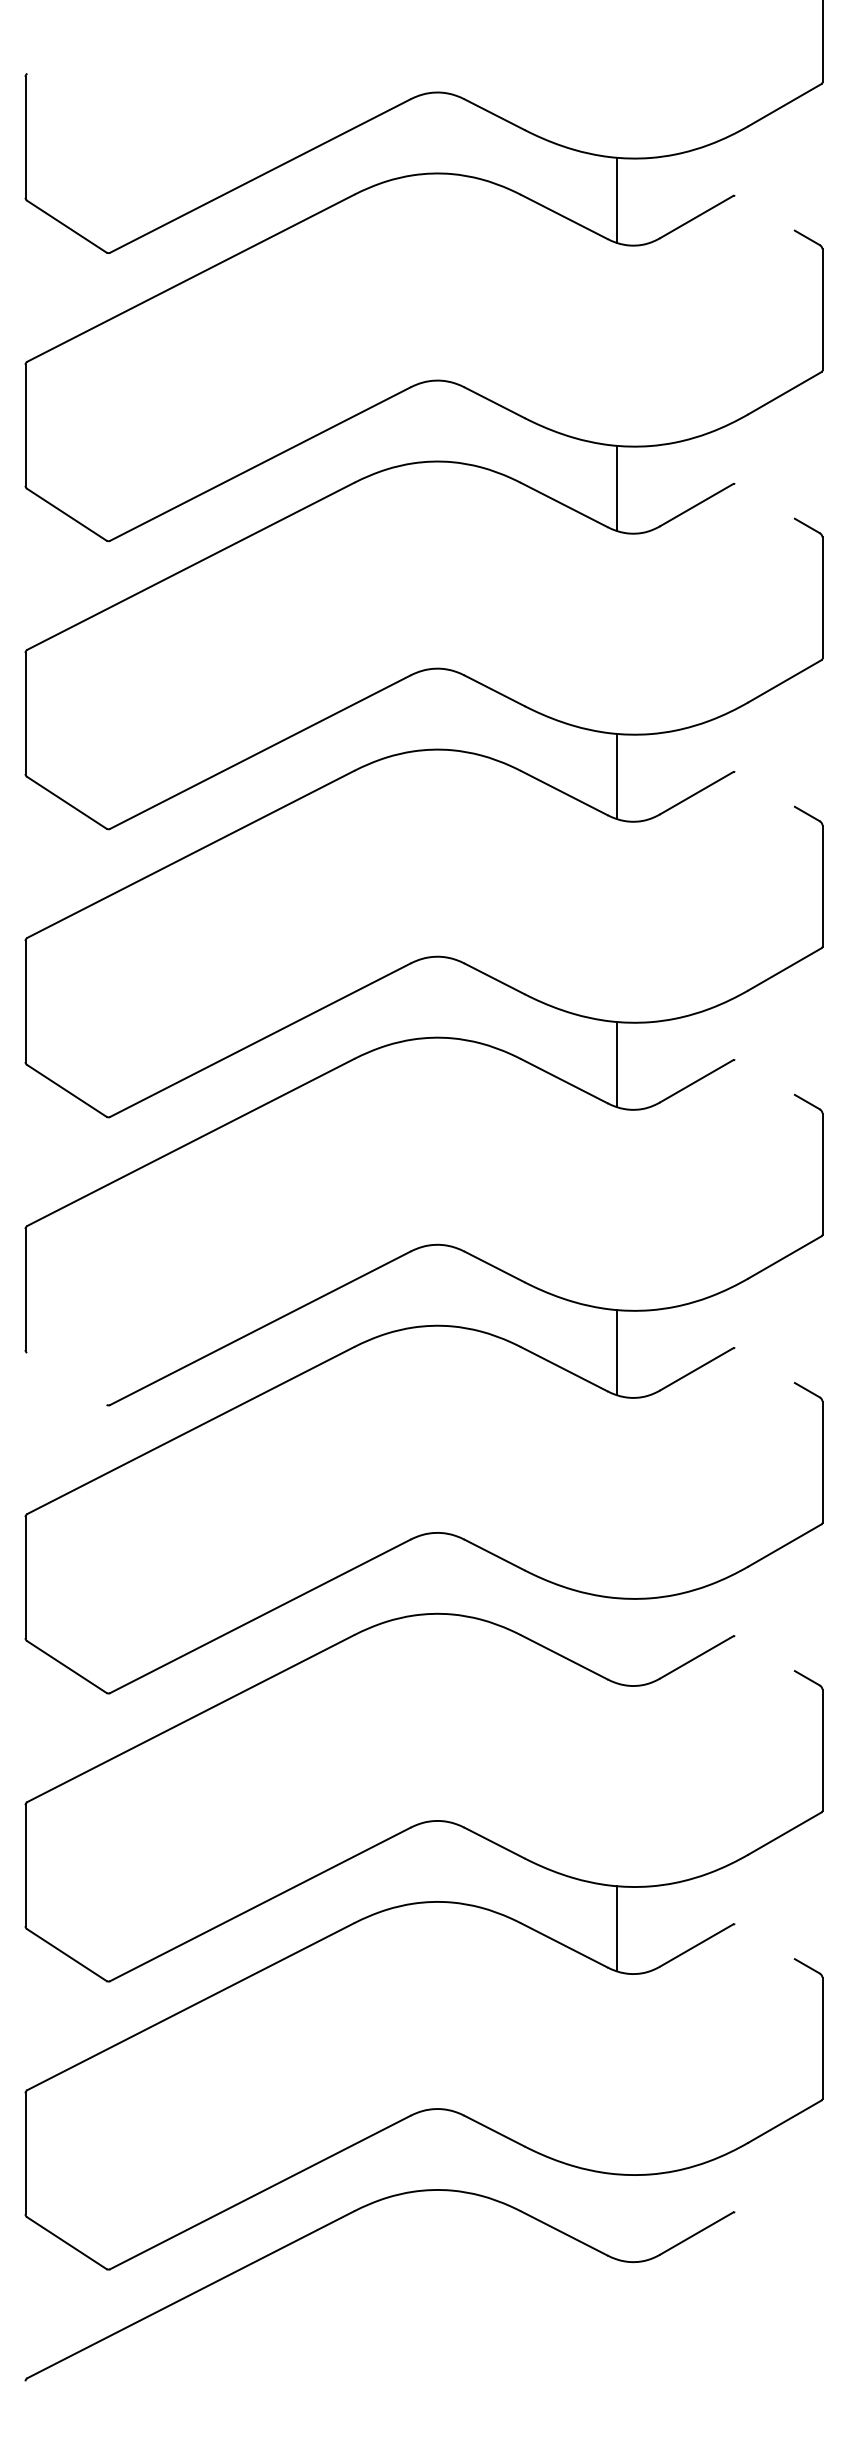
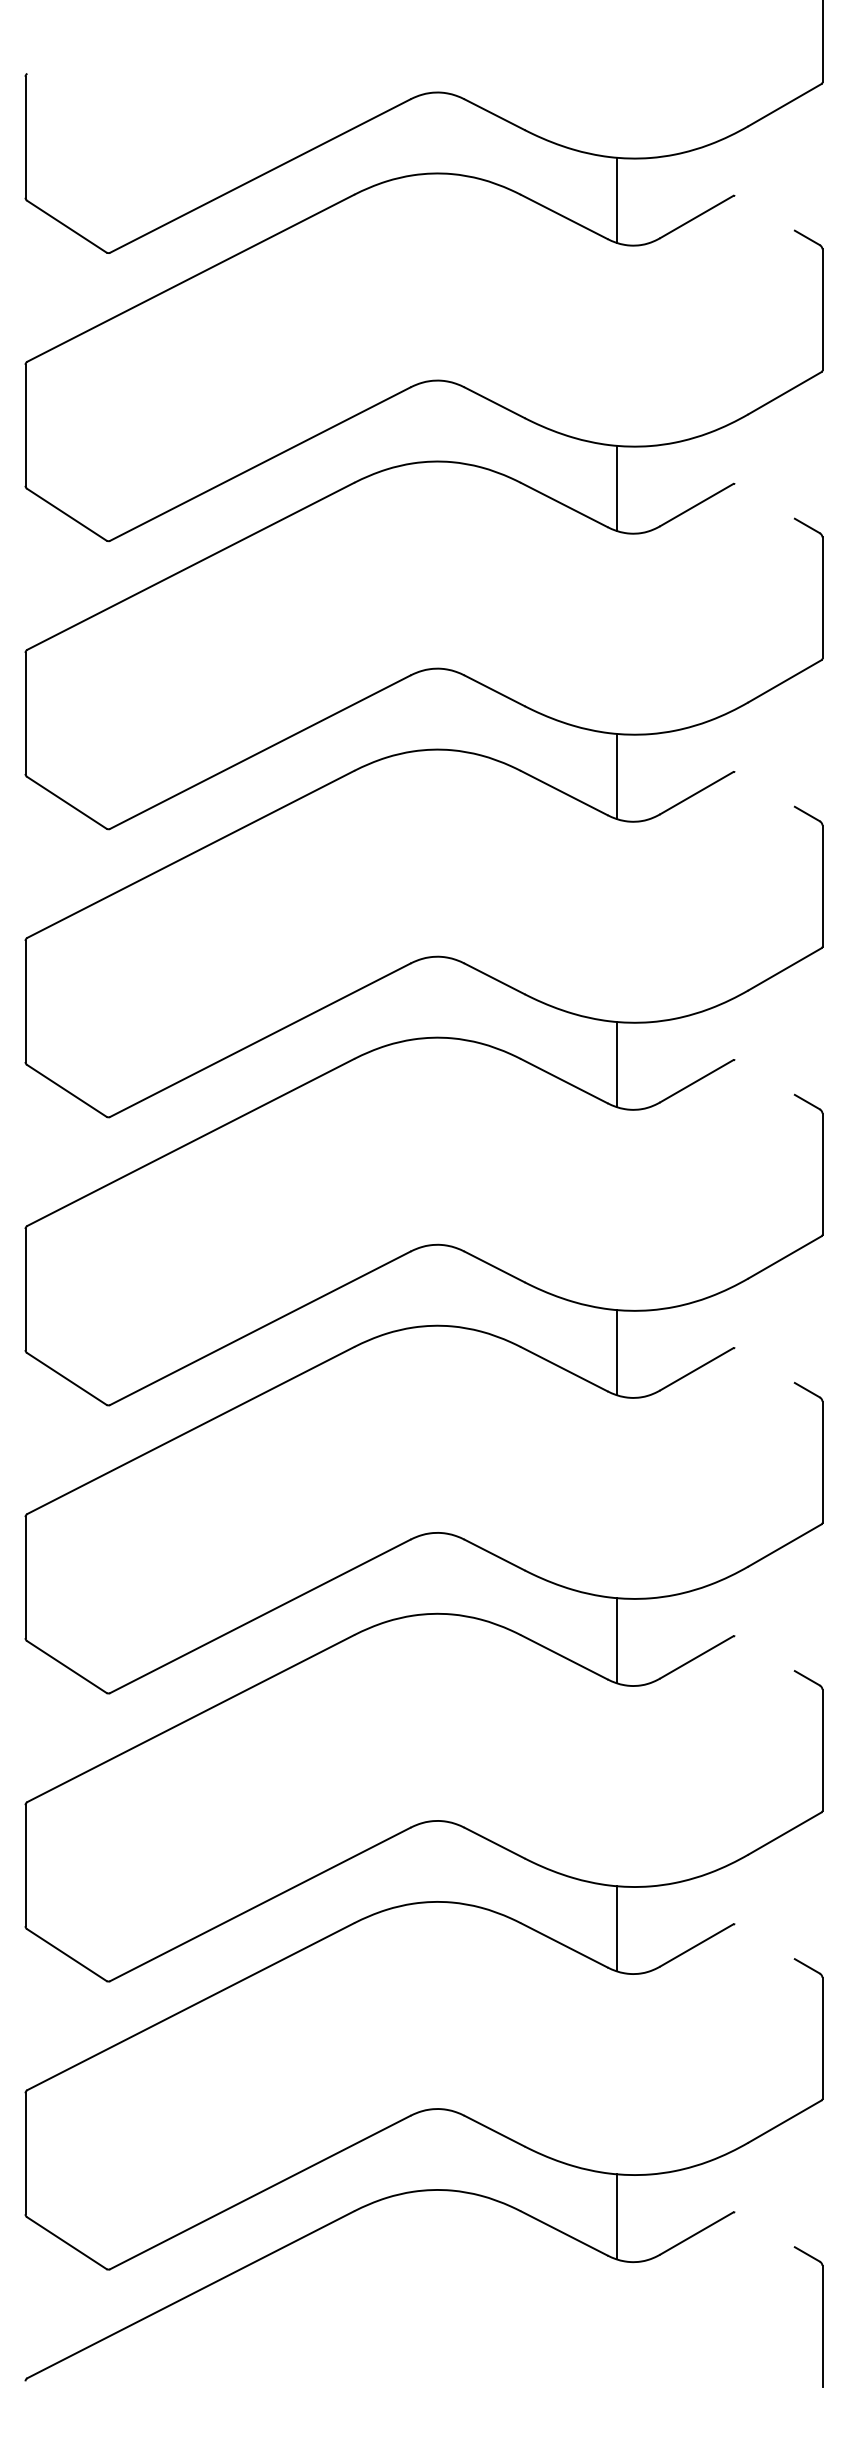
line at (66, 1378): none -> present
line at (616, 1640): none -> present
line at (616, 2216): none -> present
part at (822, 2316): none -> present
